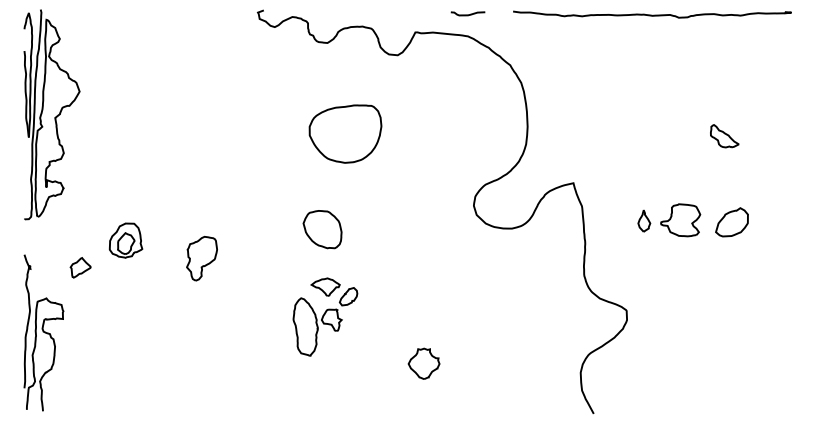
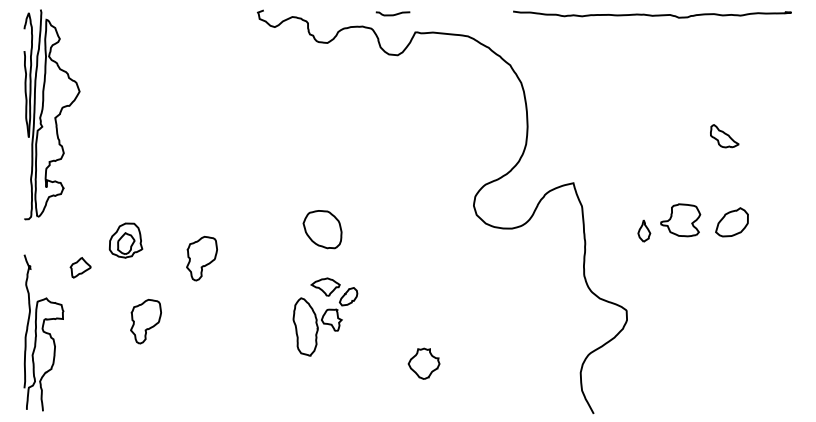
curve at (467, 14) position: (467, 14) -> (392, 14)
part at (345, 133): present -> none
part at (644, 220) position: (644, 220) -> (644, 230)
part at (145, 321): none -> present
